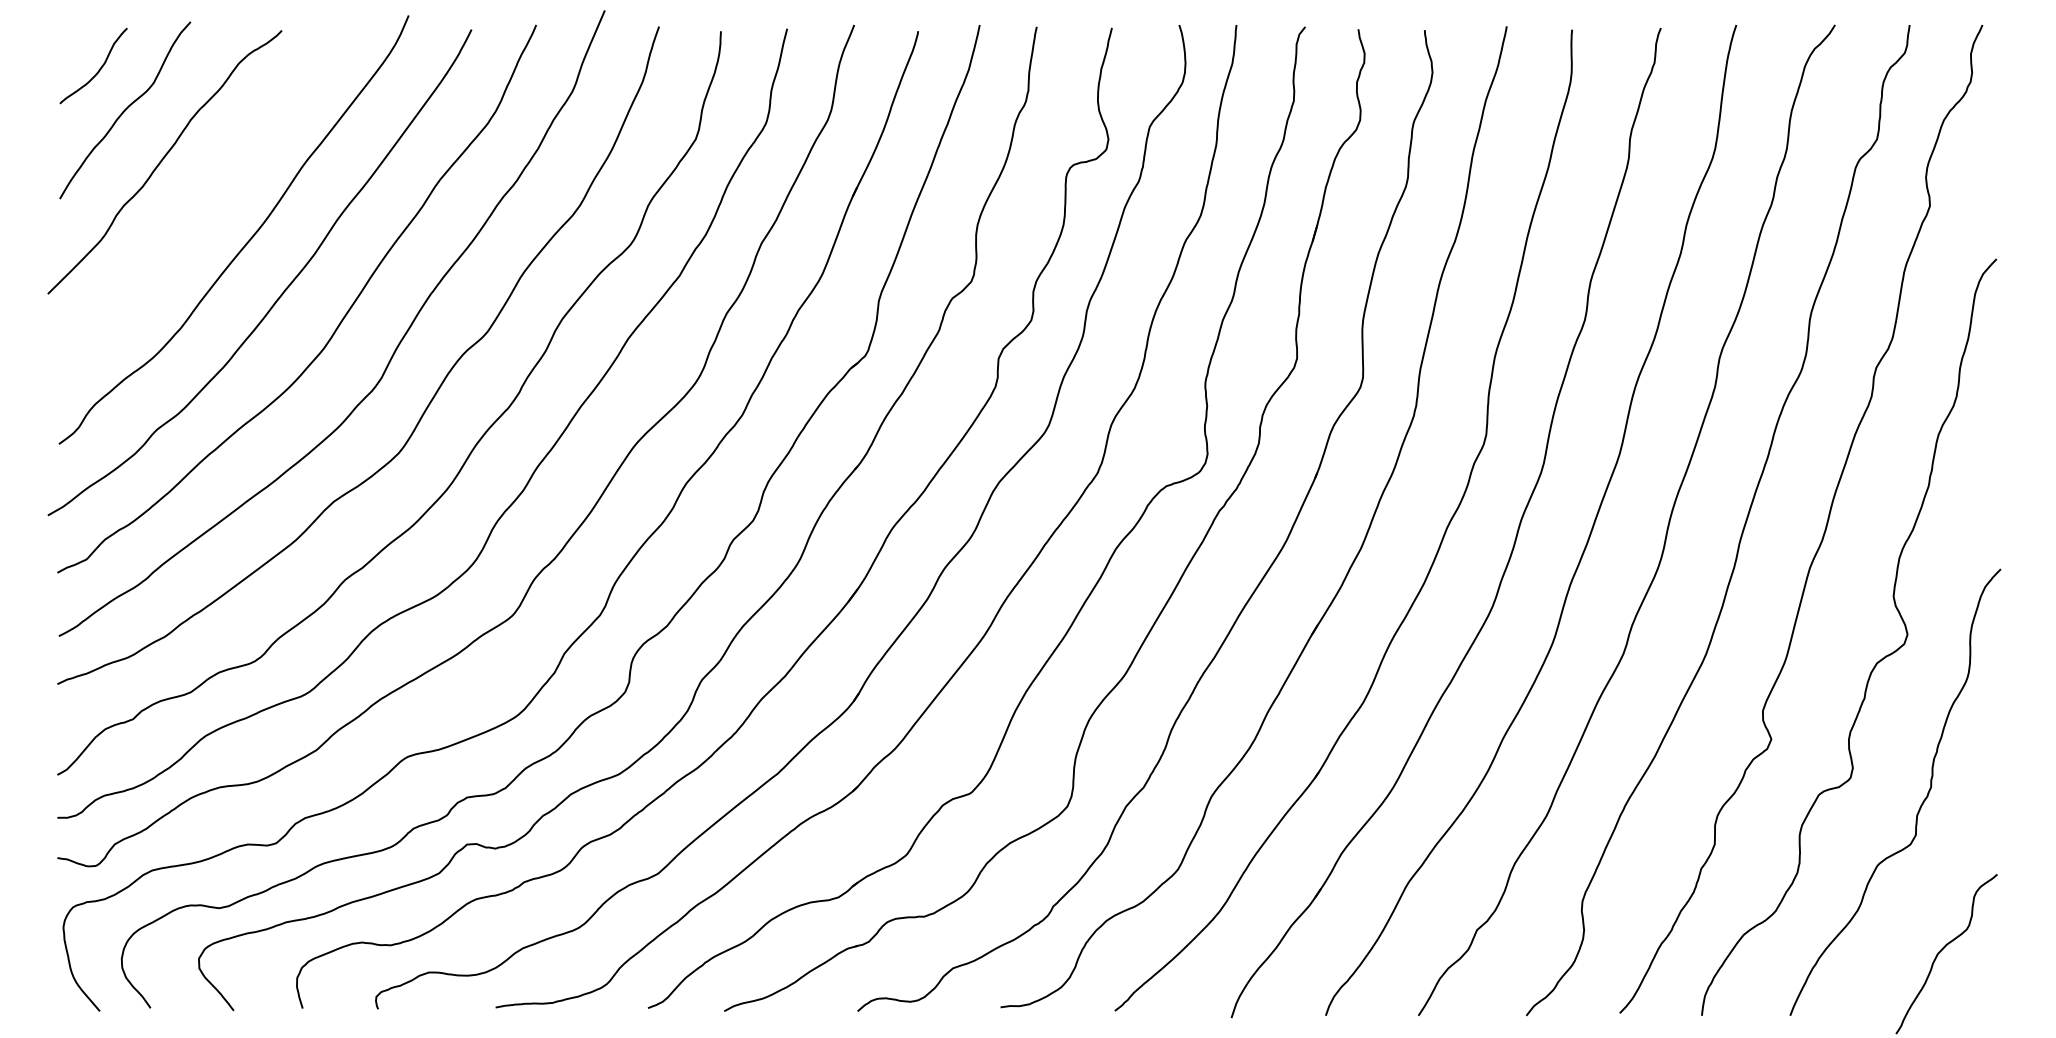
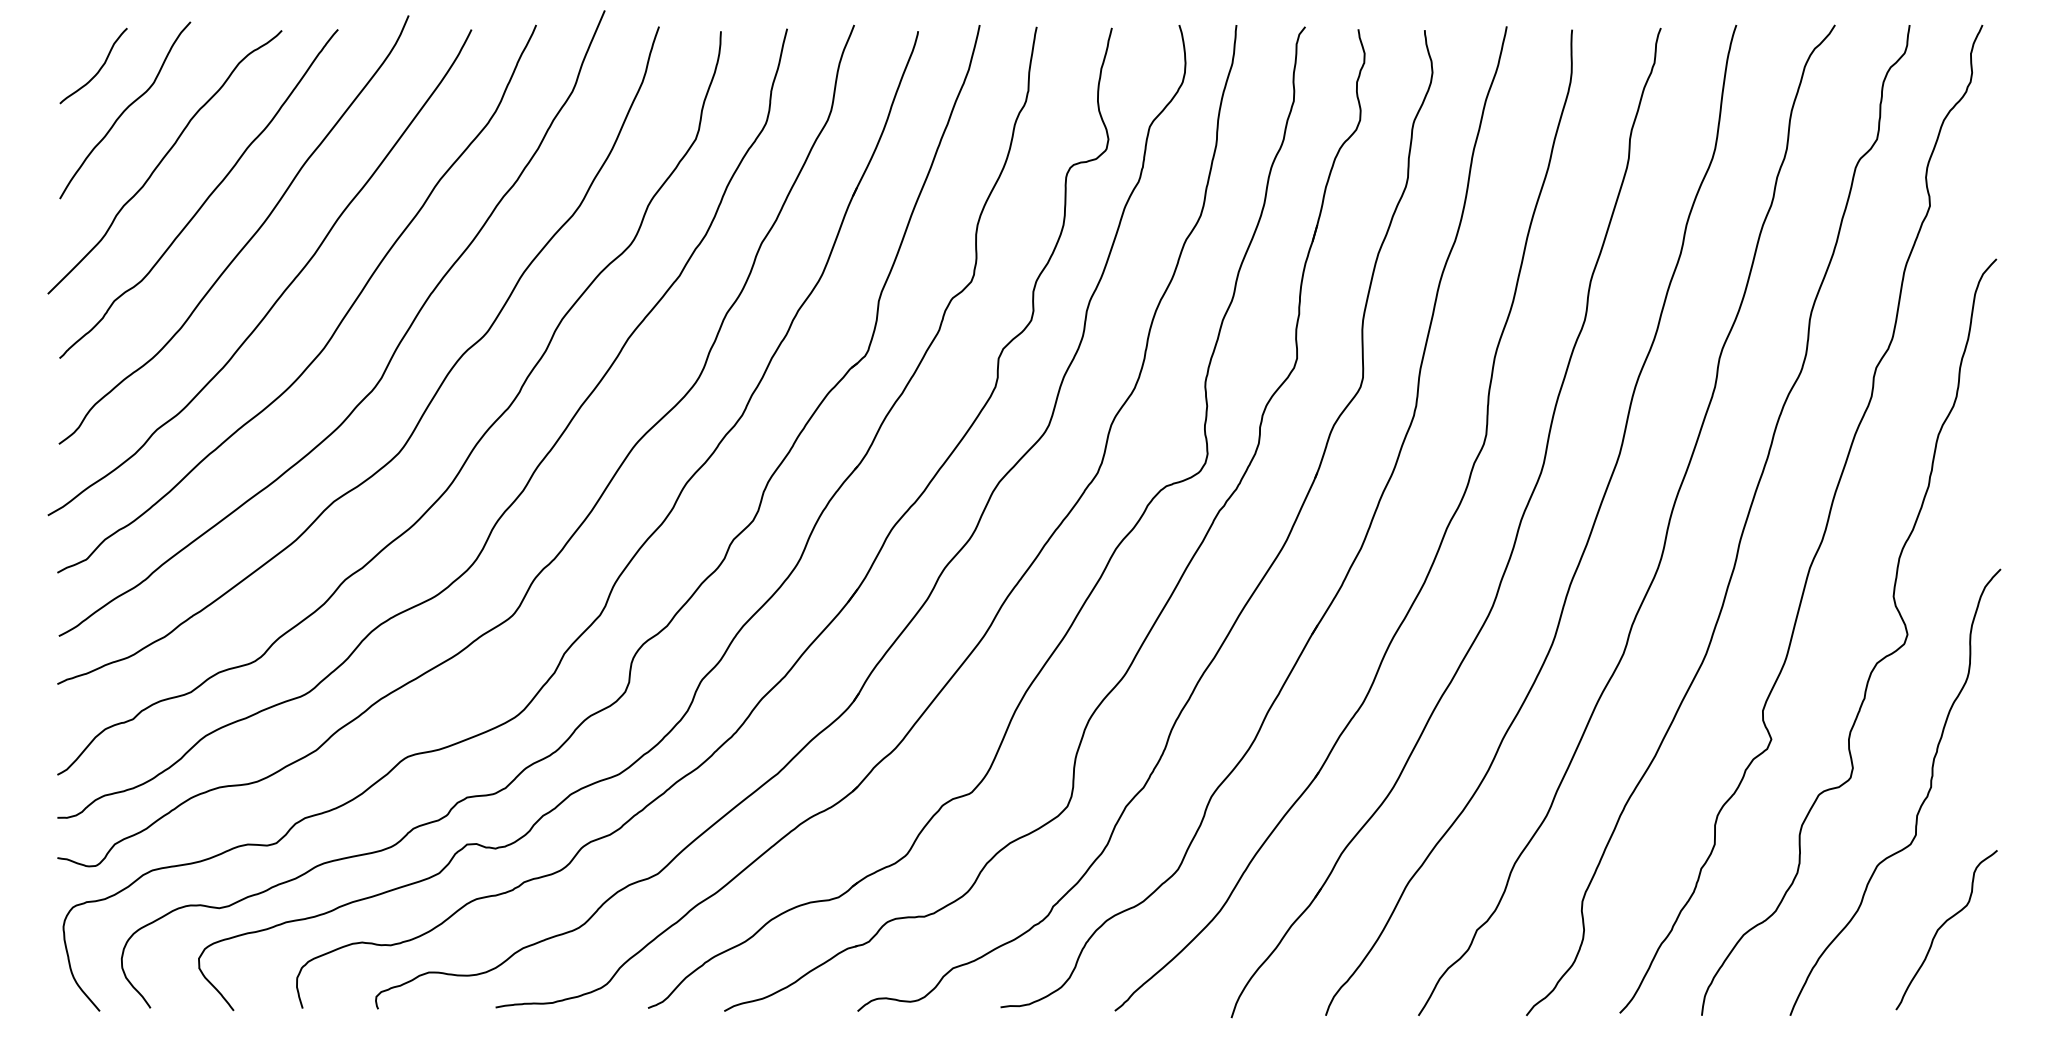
curve at (205, 199): none -> present
curve at (1942, 950) position: (1942, 950) -> (1942, 926)
